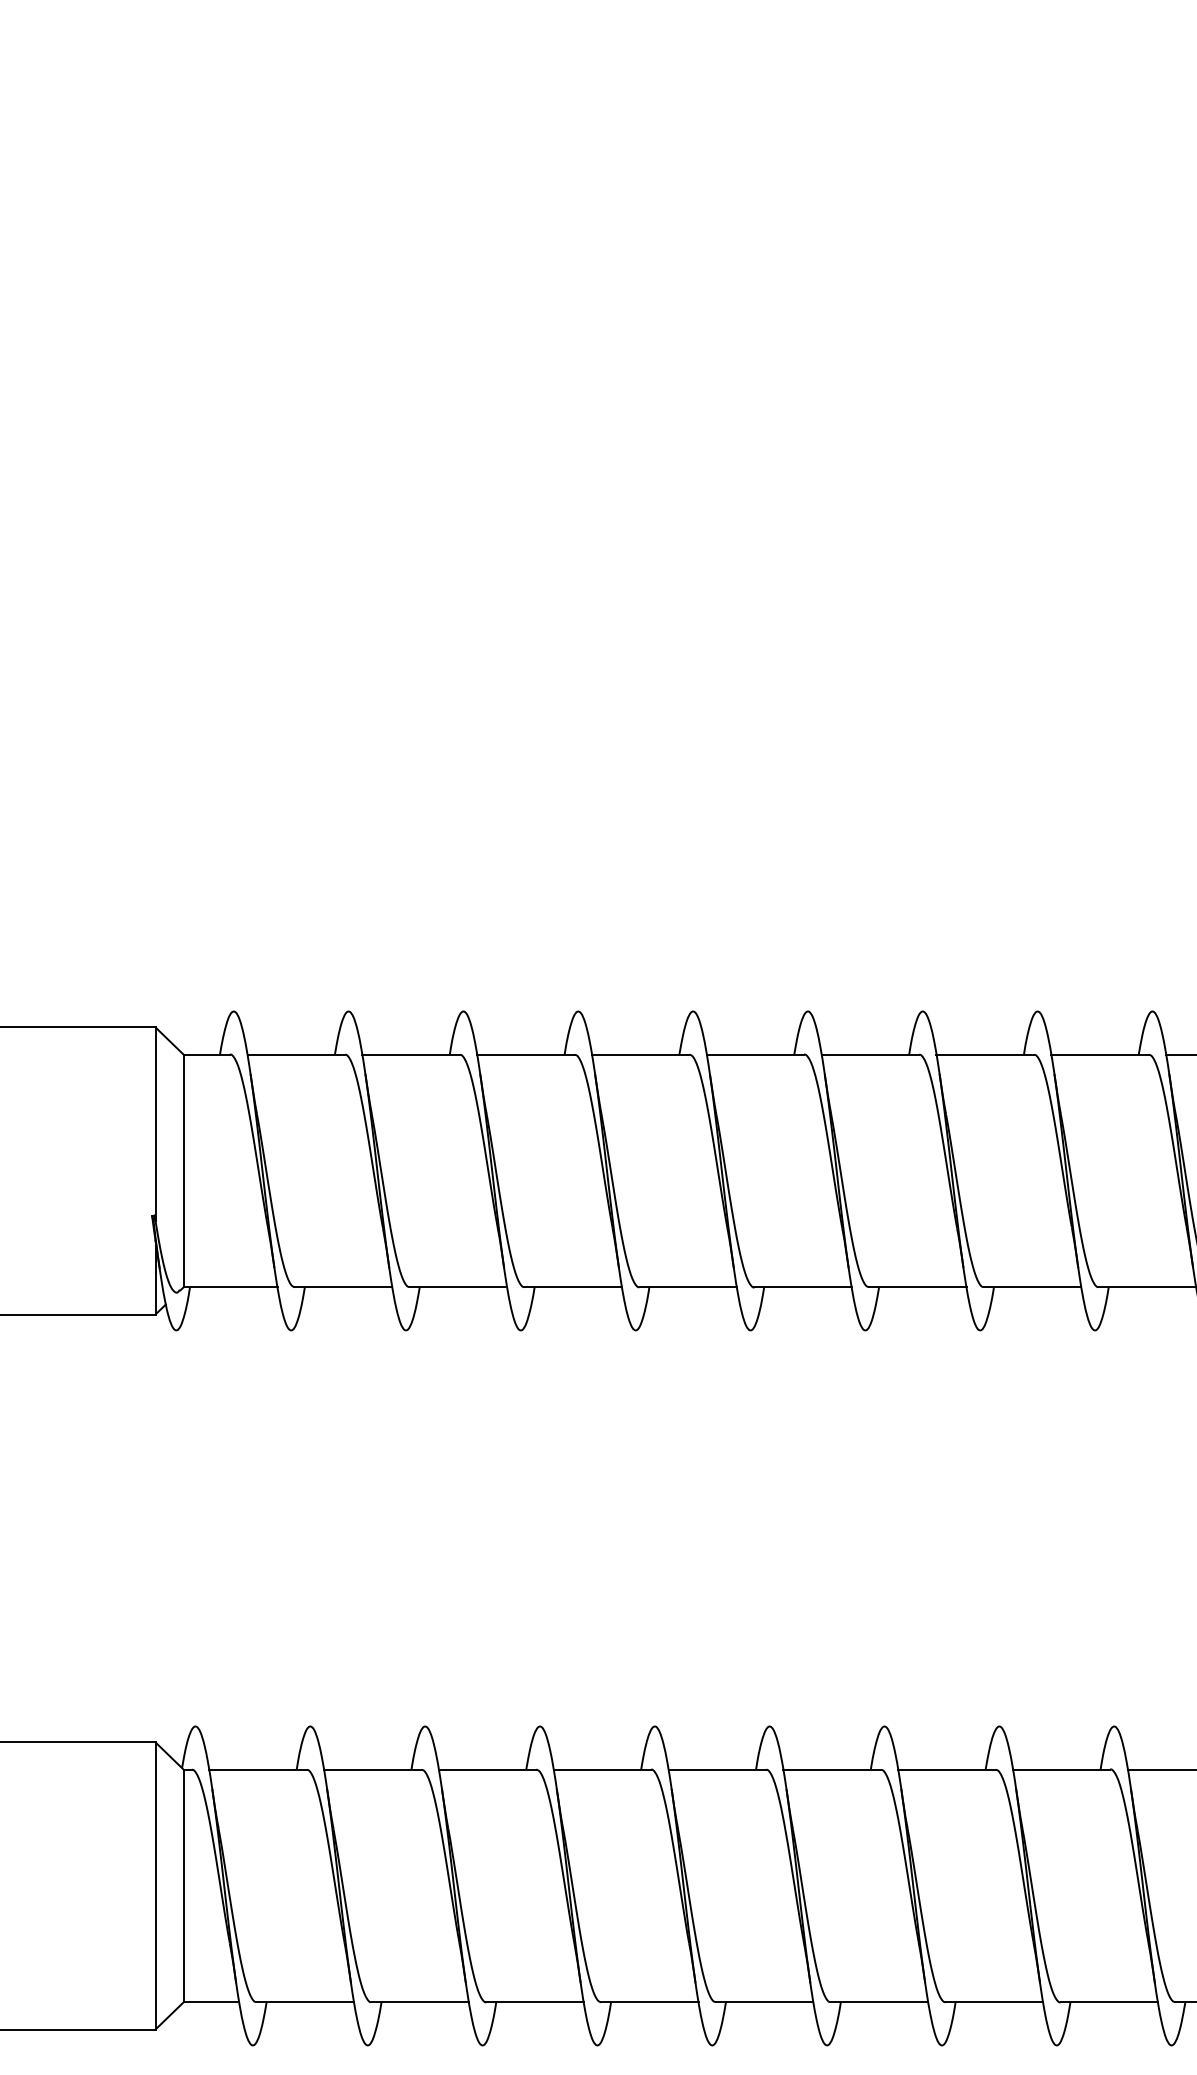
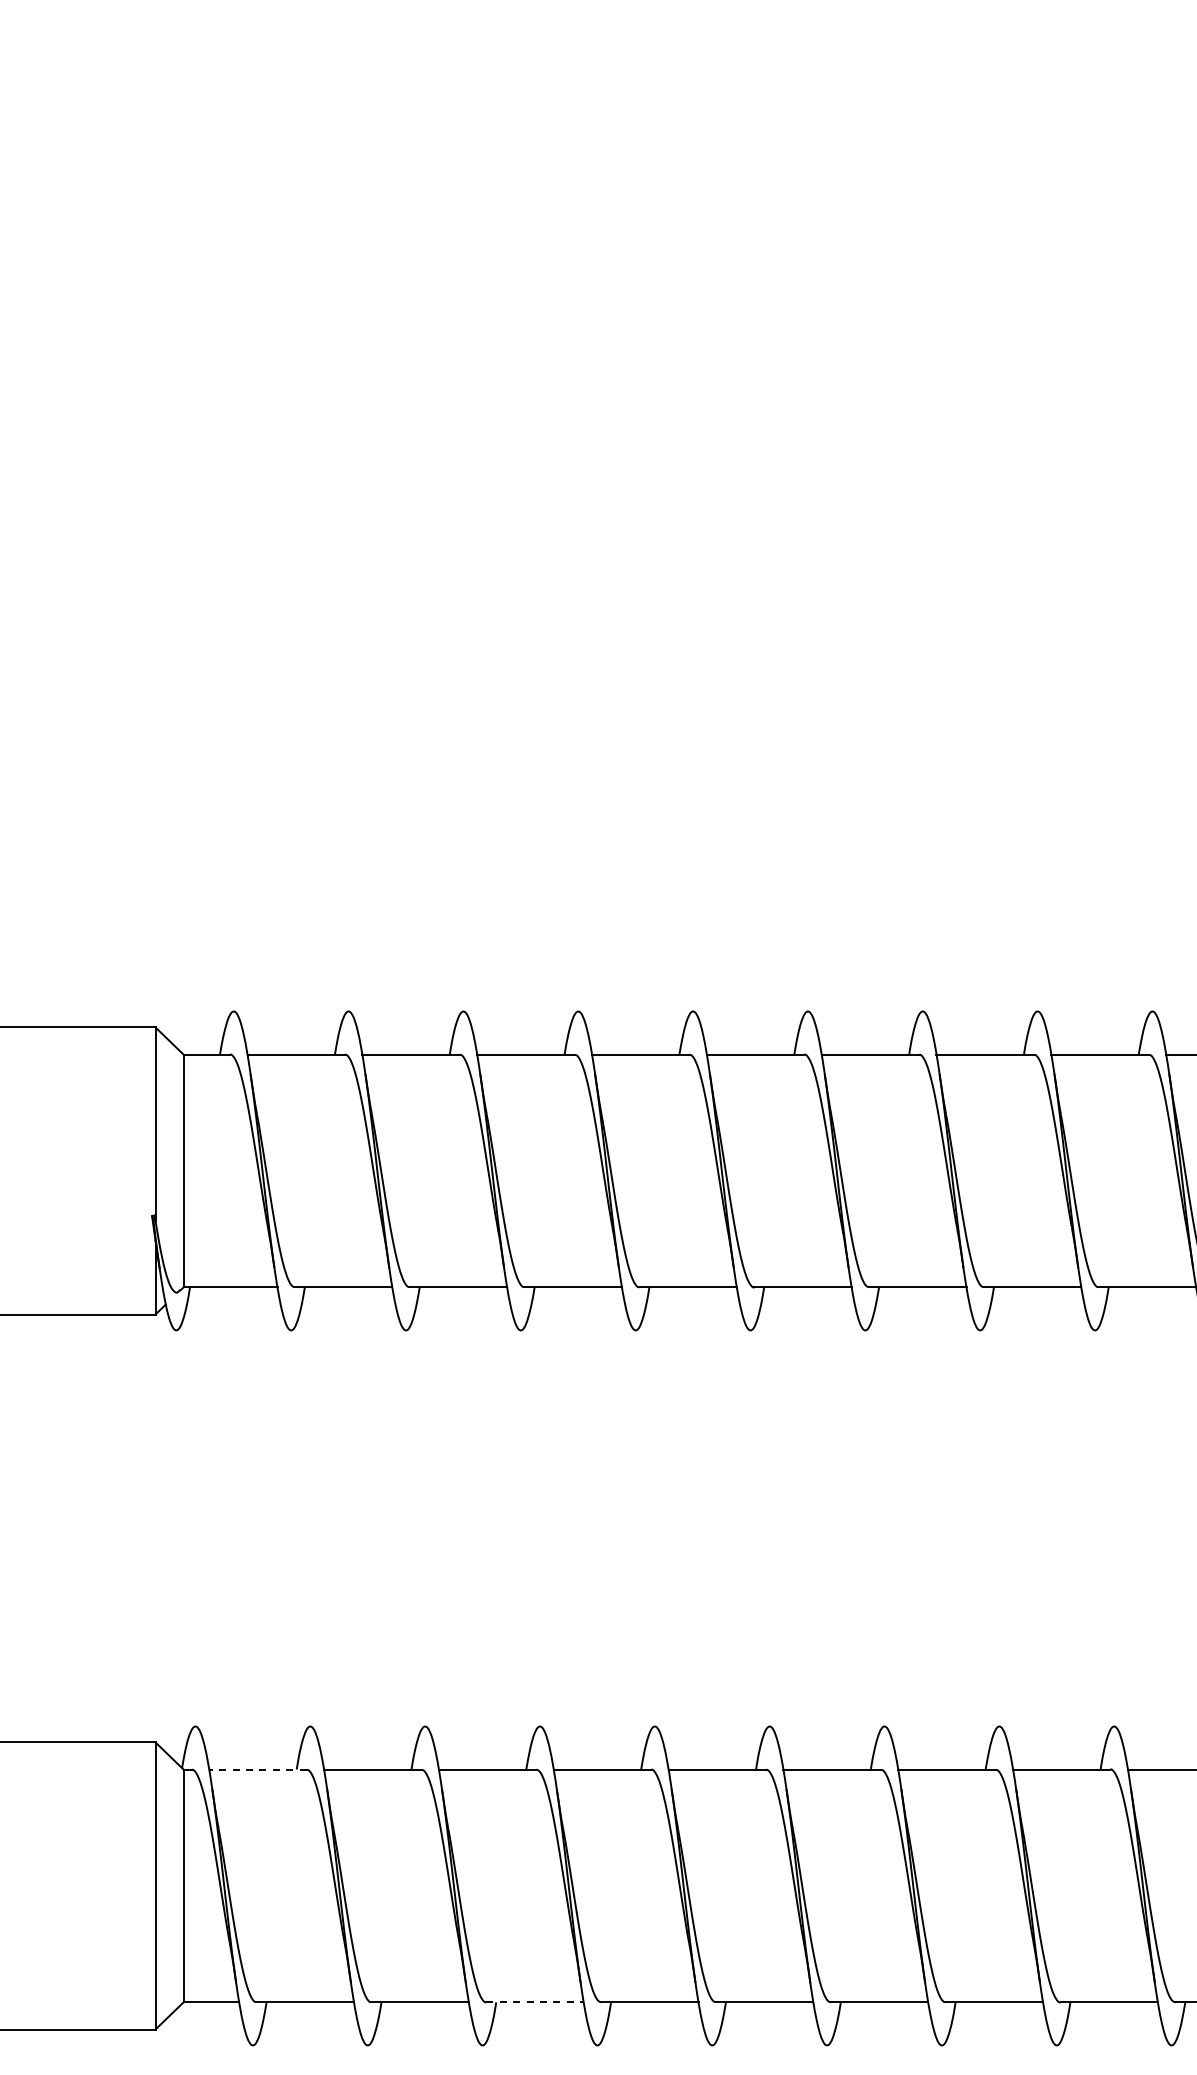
line at (257, 1769): solid -> dashed
line at (535, 2002): solid -> dashed
